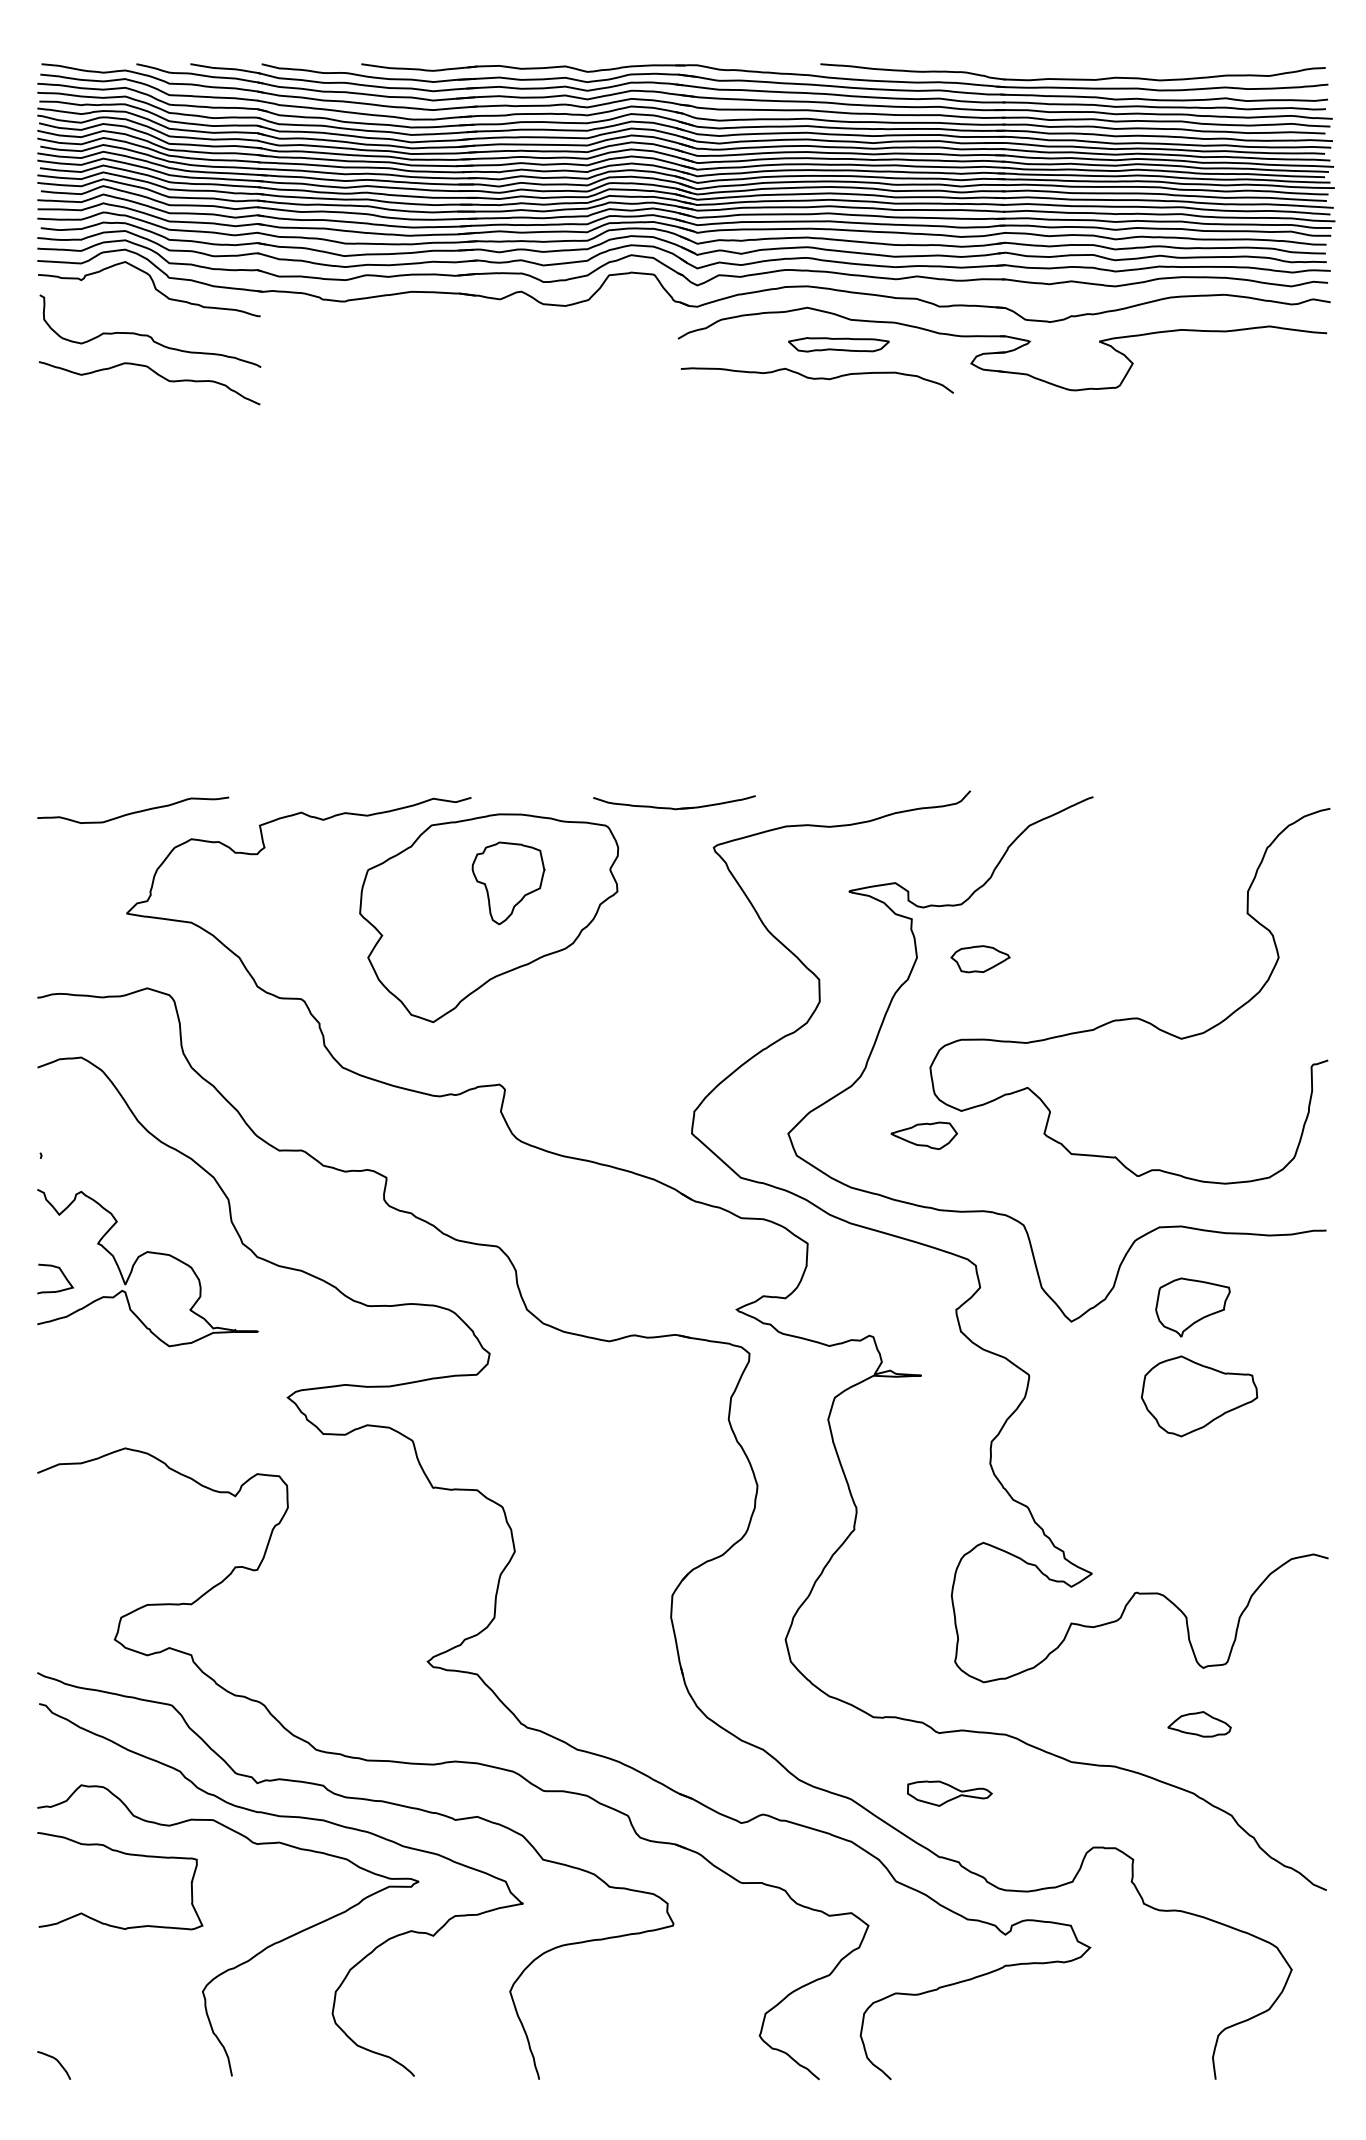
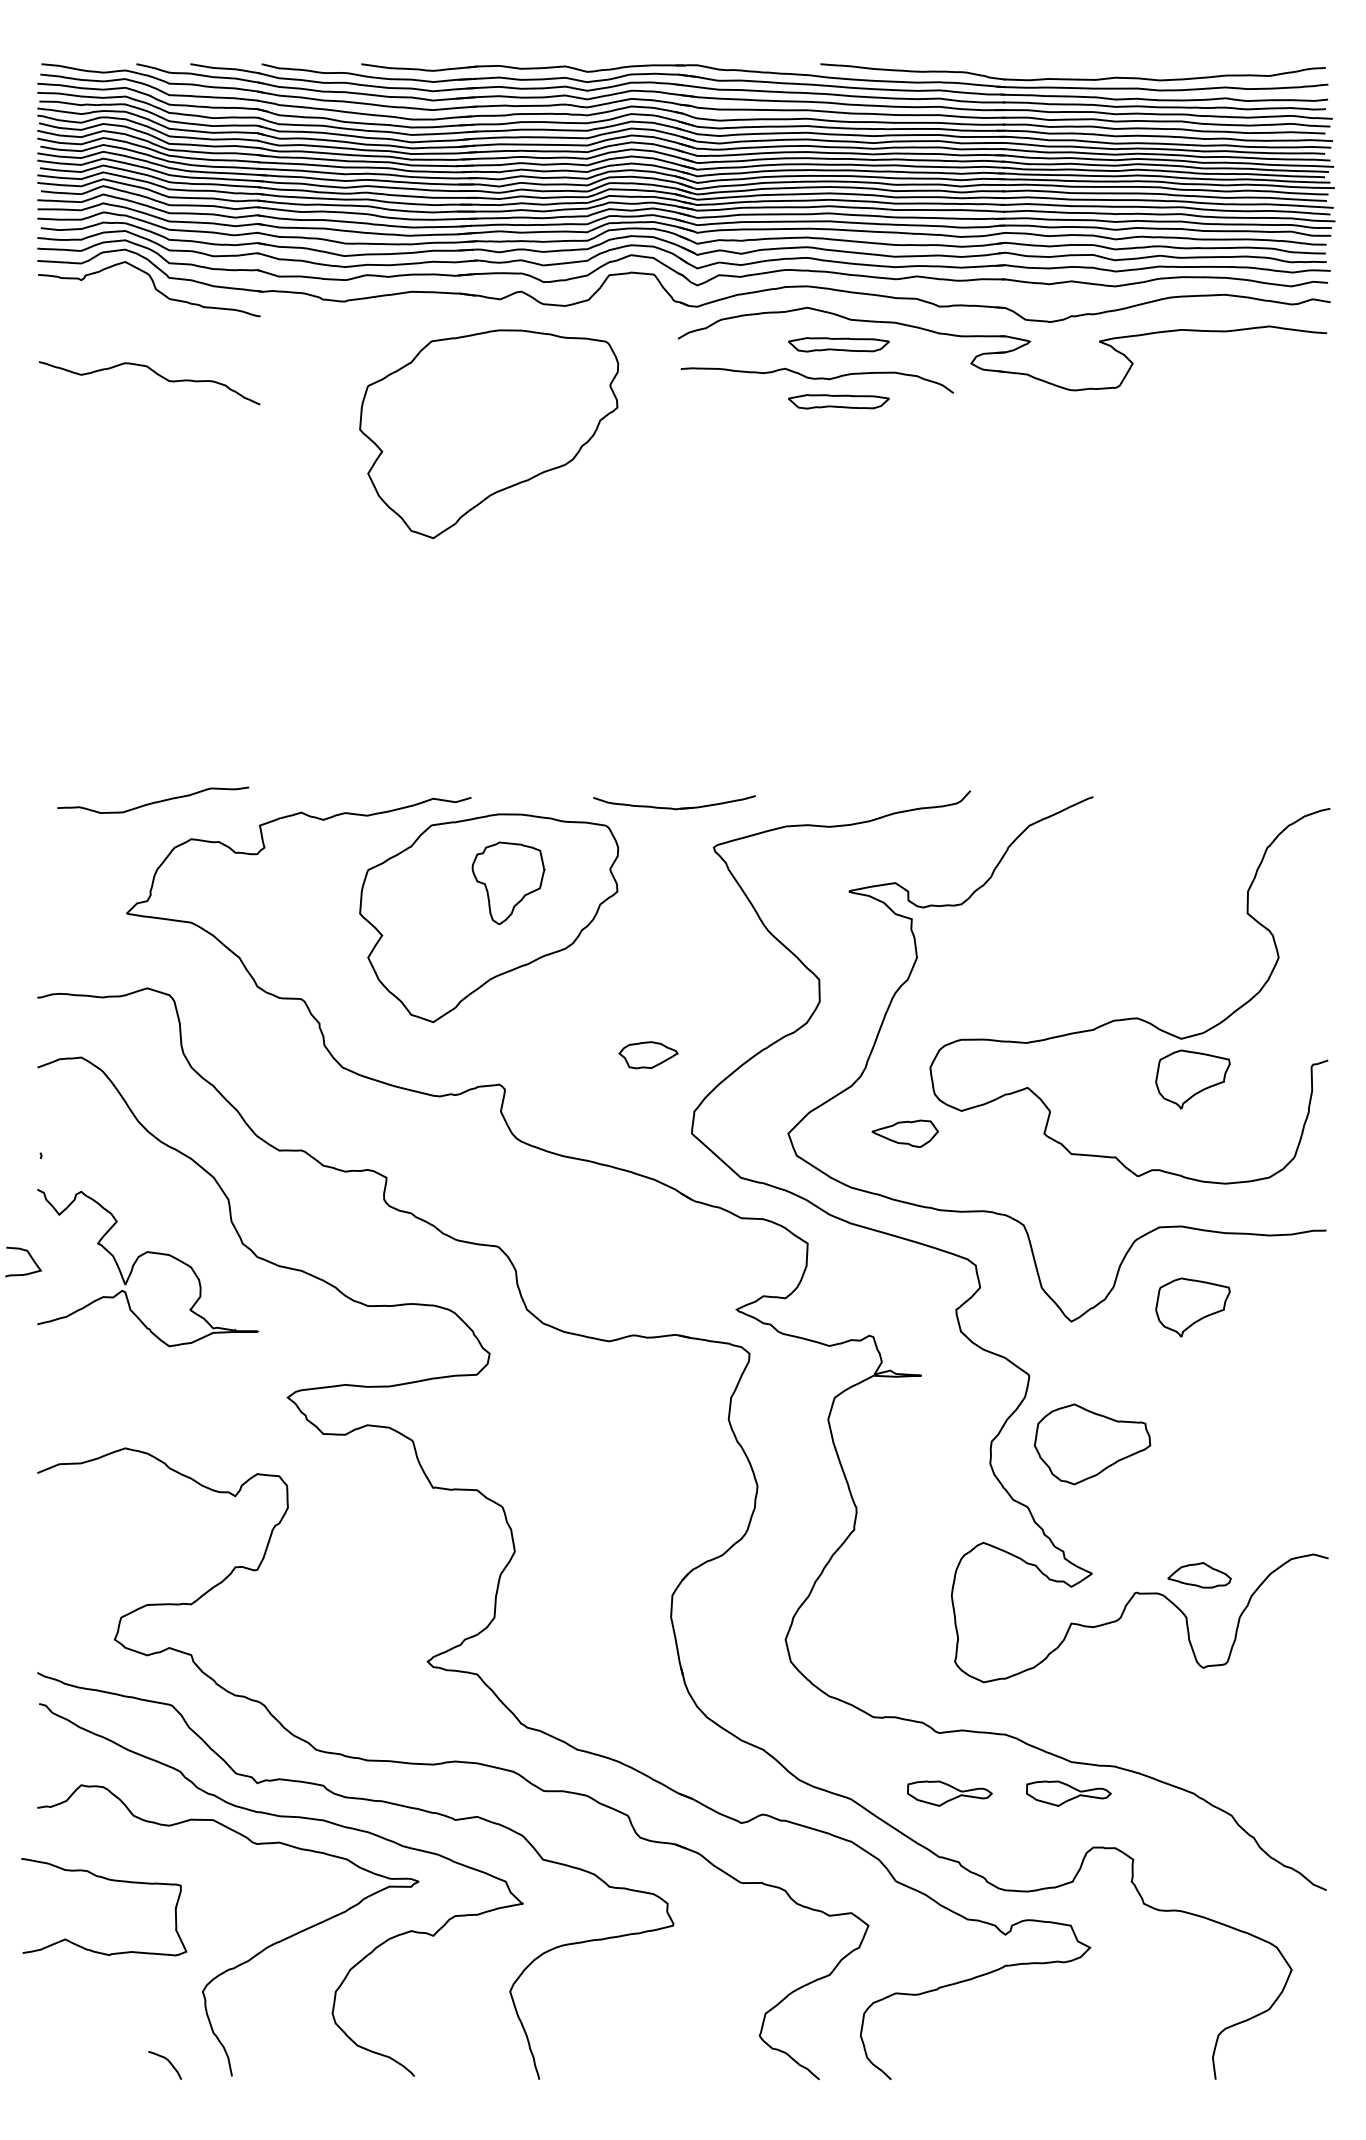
curve at (147, 334): present -> none
part at (838, 401): none -> present
part at (489, 434): none -> present
curve at (134, 811) position: (134, 811) -> (154, 801)
part at (980, 959) position: (980, 959) -> (648, 1055)
part at (1192, 1079): none -> present
part at (924, 1135) position: (924, 1135) -> (905, 1133)
curve at (61, 1273) position: (61, 1273) -> (29, 1256)
part at (1199, 1396) position: (1199, 1396) -> (1092, 1444)
part at (1199, 1724) position: (1199, 1724) -> (1199, 1575)
part at (1068, 1793): none -> present
curve at (128, 1855) position: (128, 1855) -> (112, 1881)
curve at (57, 2062) position: (57, 2062) -> (168, 2062)
